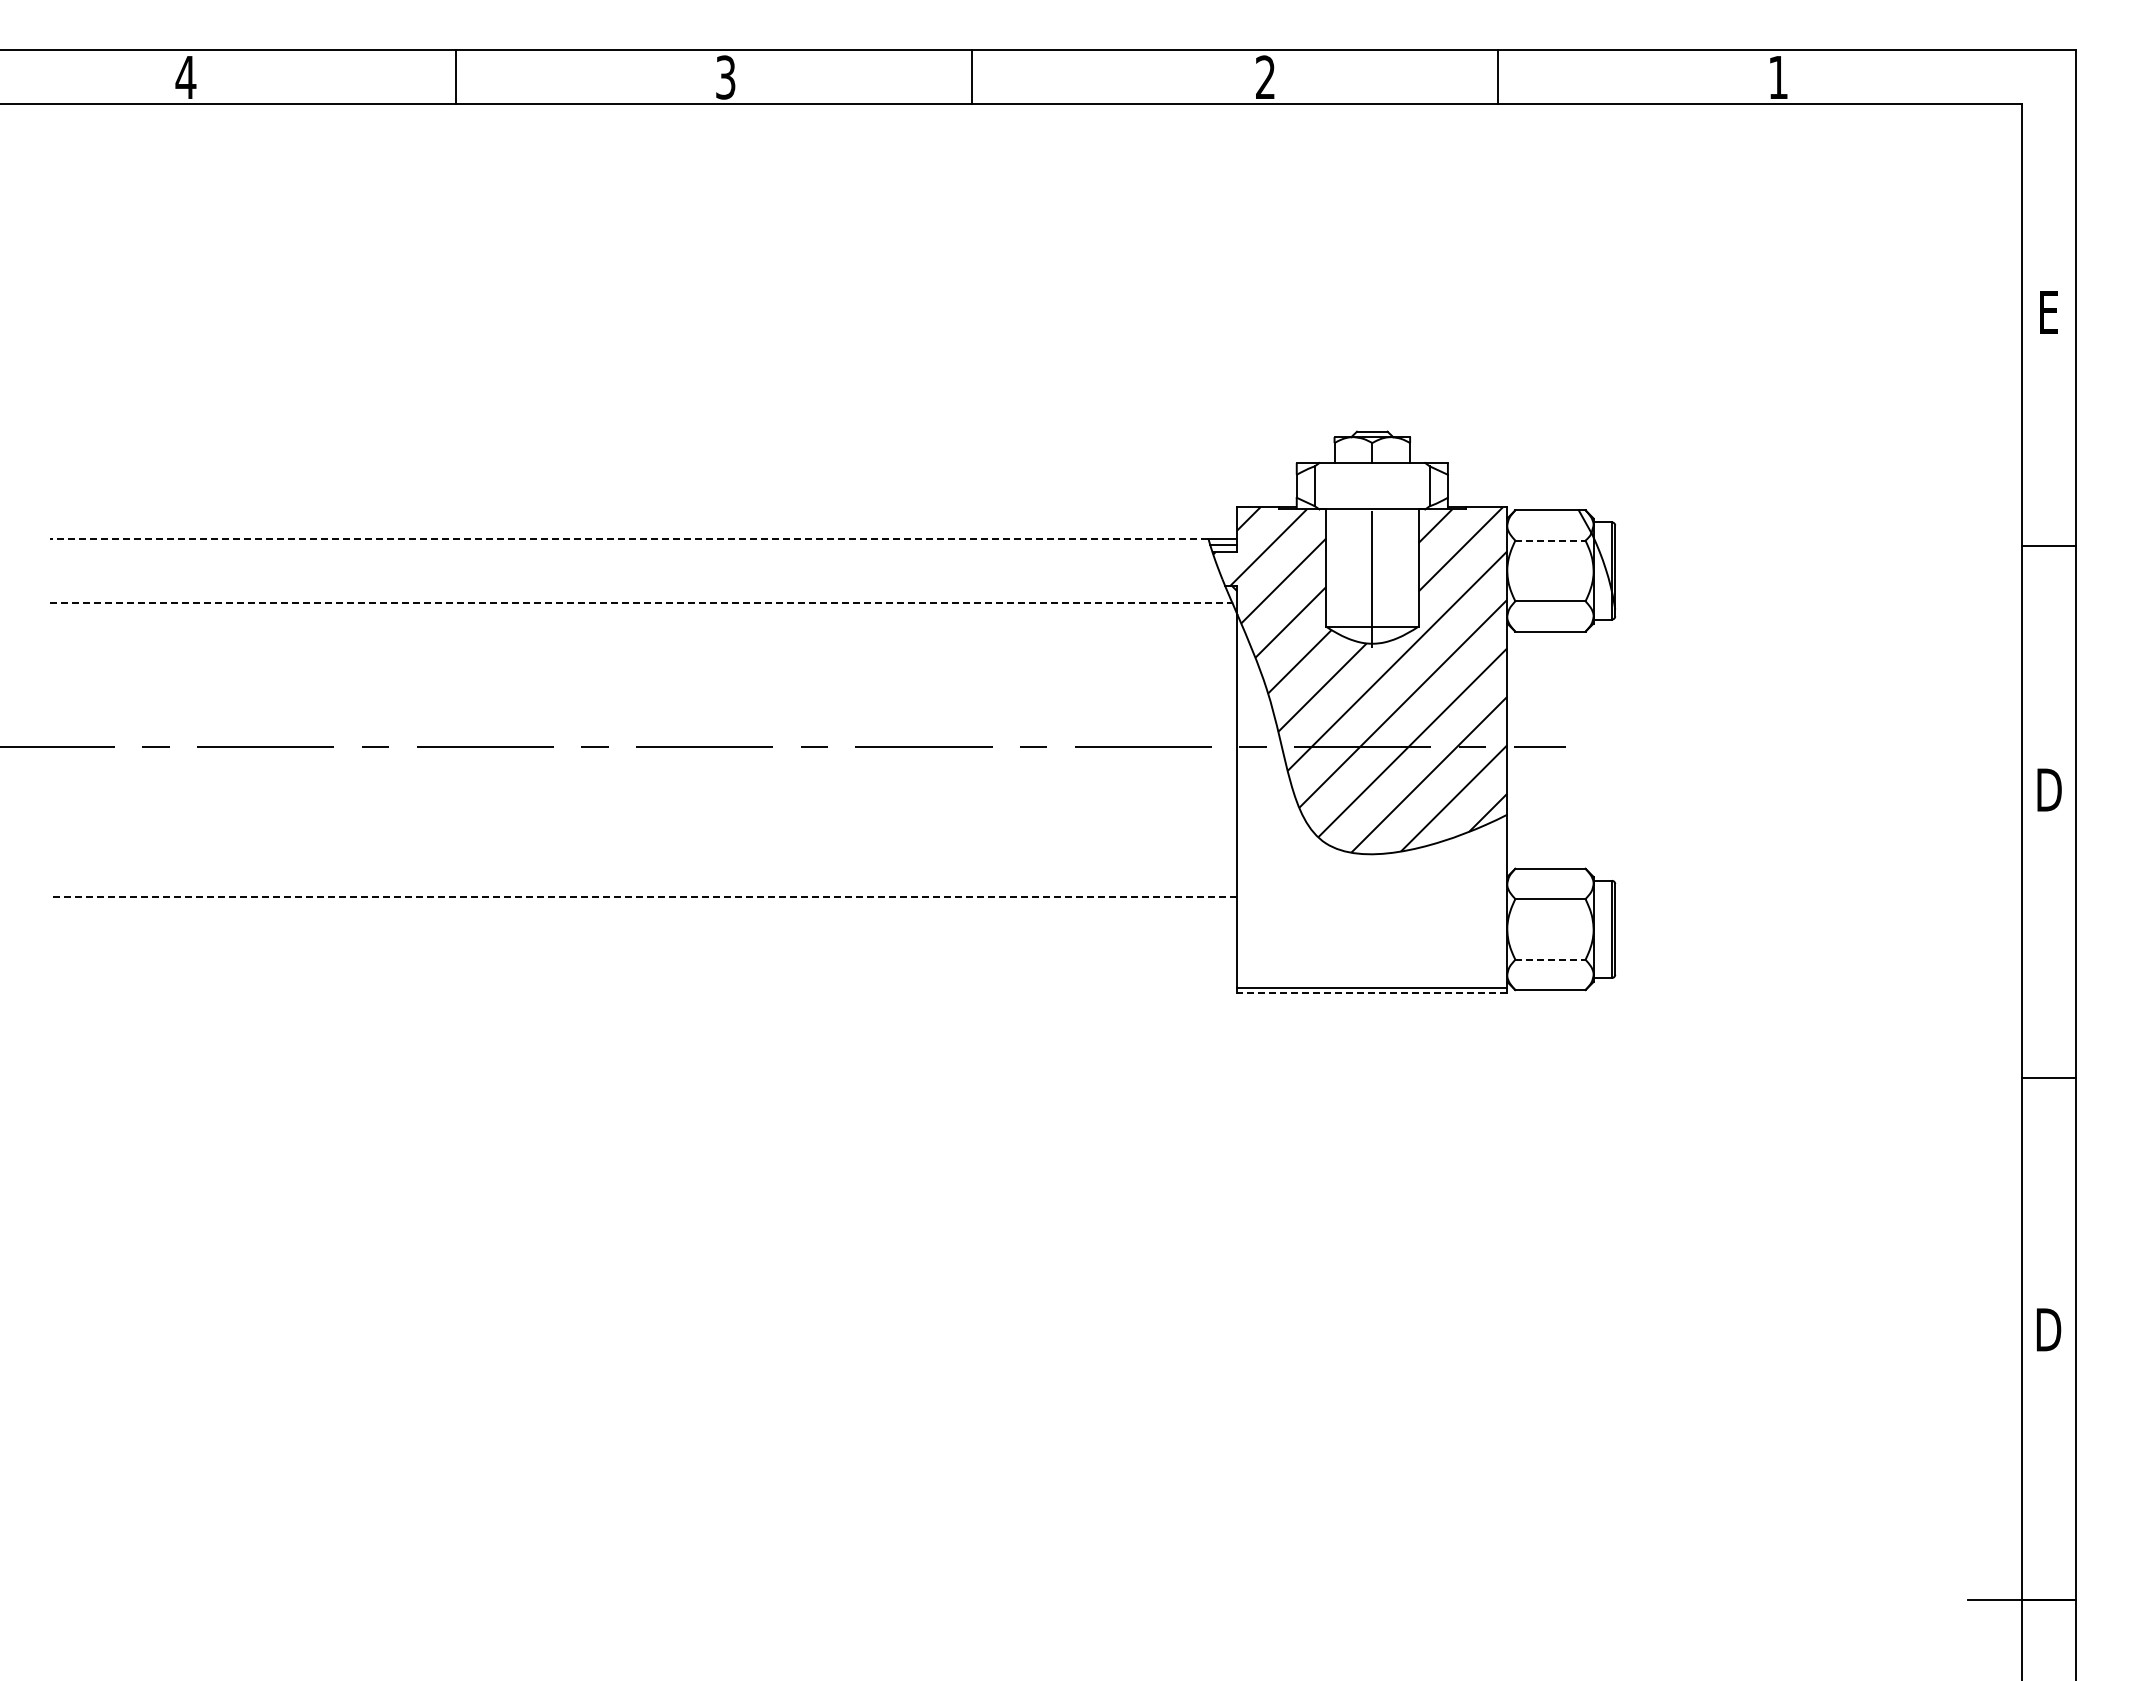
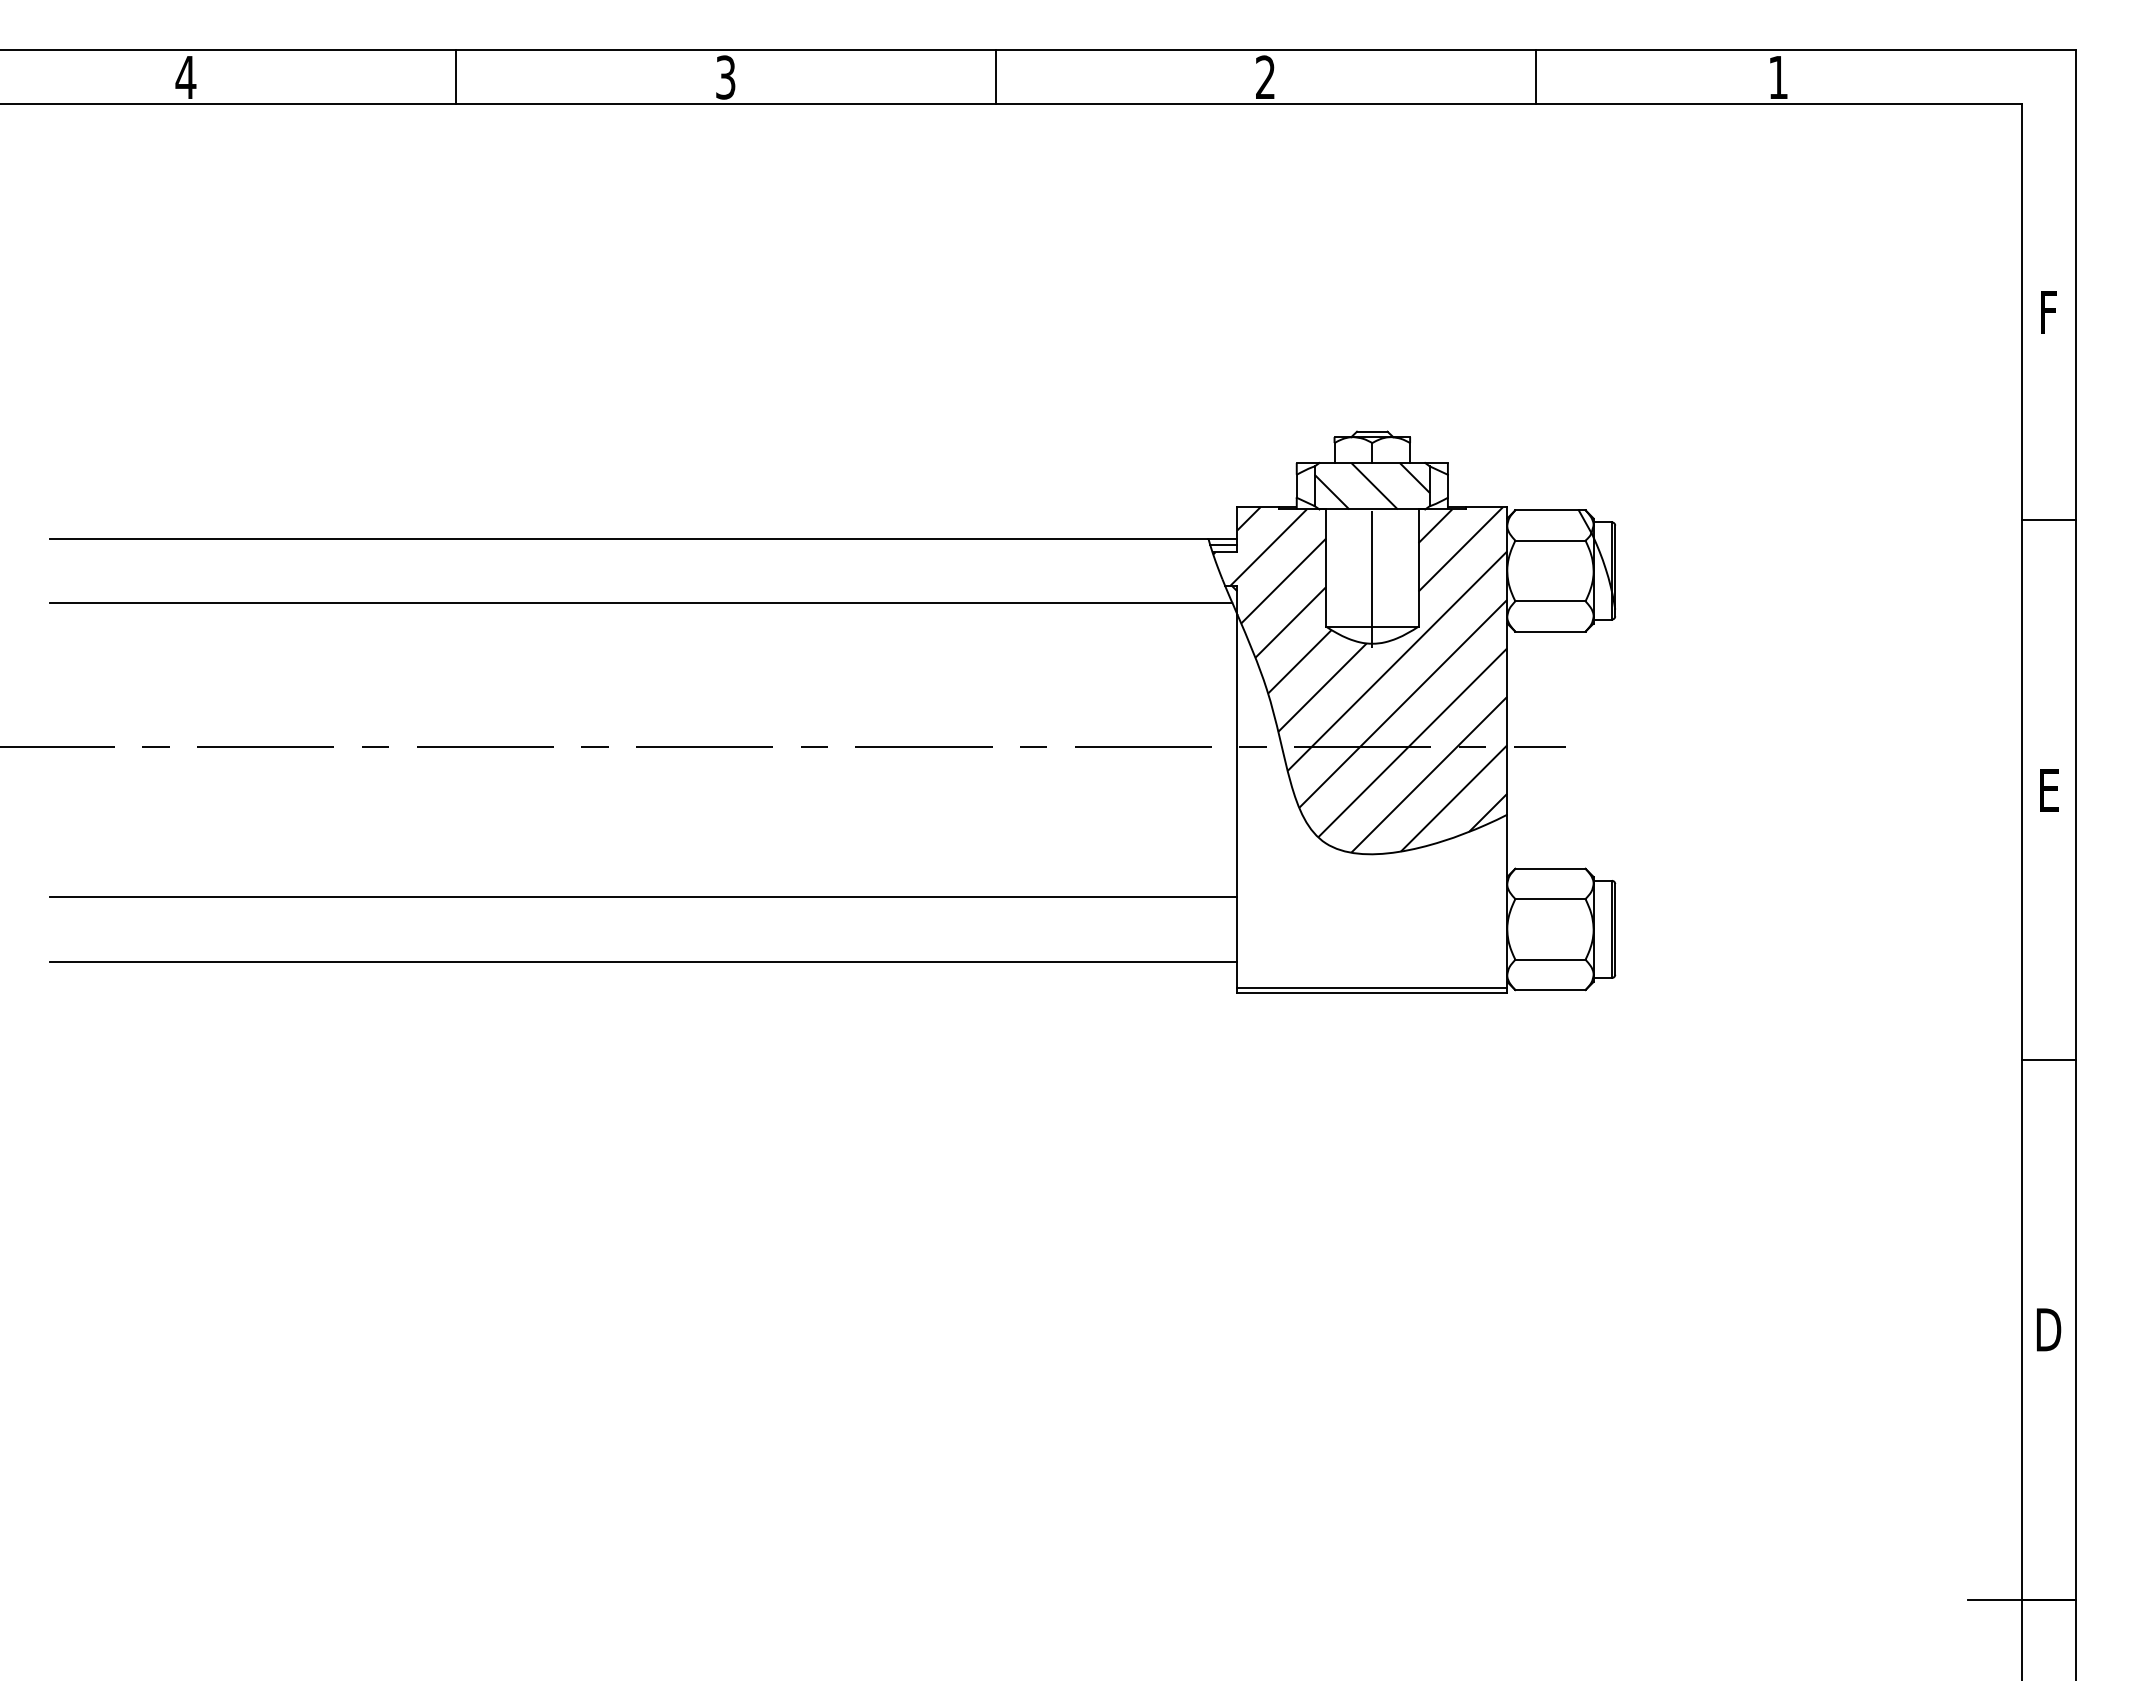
line at (972, 77) position: (972, 77) -> (996, 77)
line at (1498, 77) position: (1498, 77) -> (1536, 77)
text at (2048, 312): E -> F
hatch at (1371, 486): none -> present
line at (628, 538): dashed -> solid
line at (1550, 540): dashed -> solid
line at (2048, 546) position: (2048, 546) -> (2048, 520)
line at (641, 603): dashed -> solid
text at (2049, 789): D -> E
line at (643, 897): dashed -> solid
line at (1550, 959): dashed -> solid
line at (643, 961): none -> present
line at (1372, 993): dashed -> solid
line at (2048, 1077) position: (2048, 1077) -> (2048, 1059)
